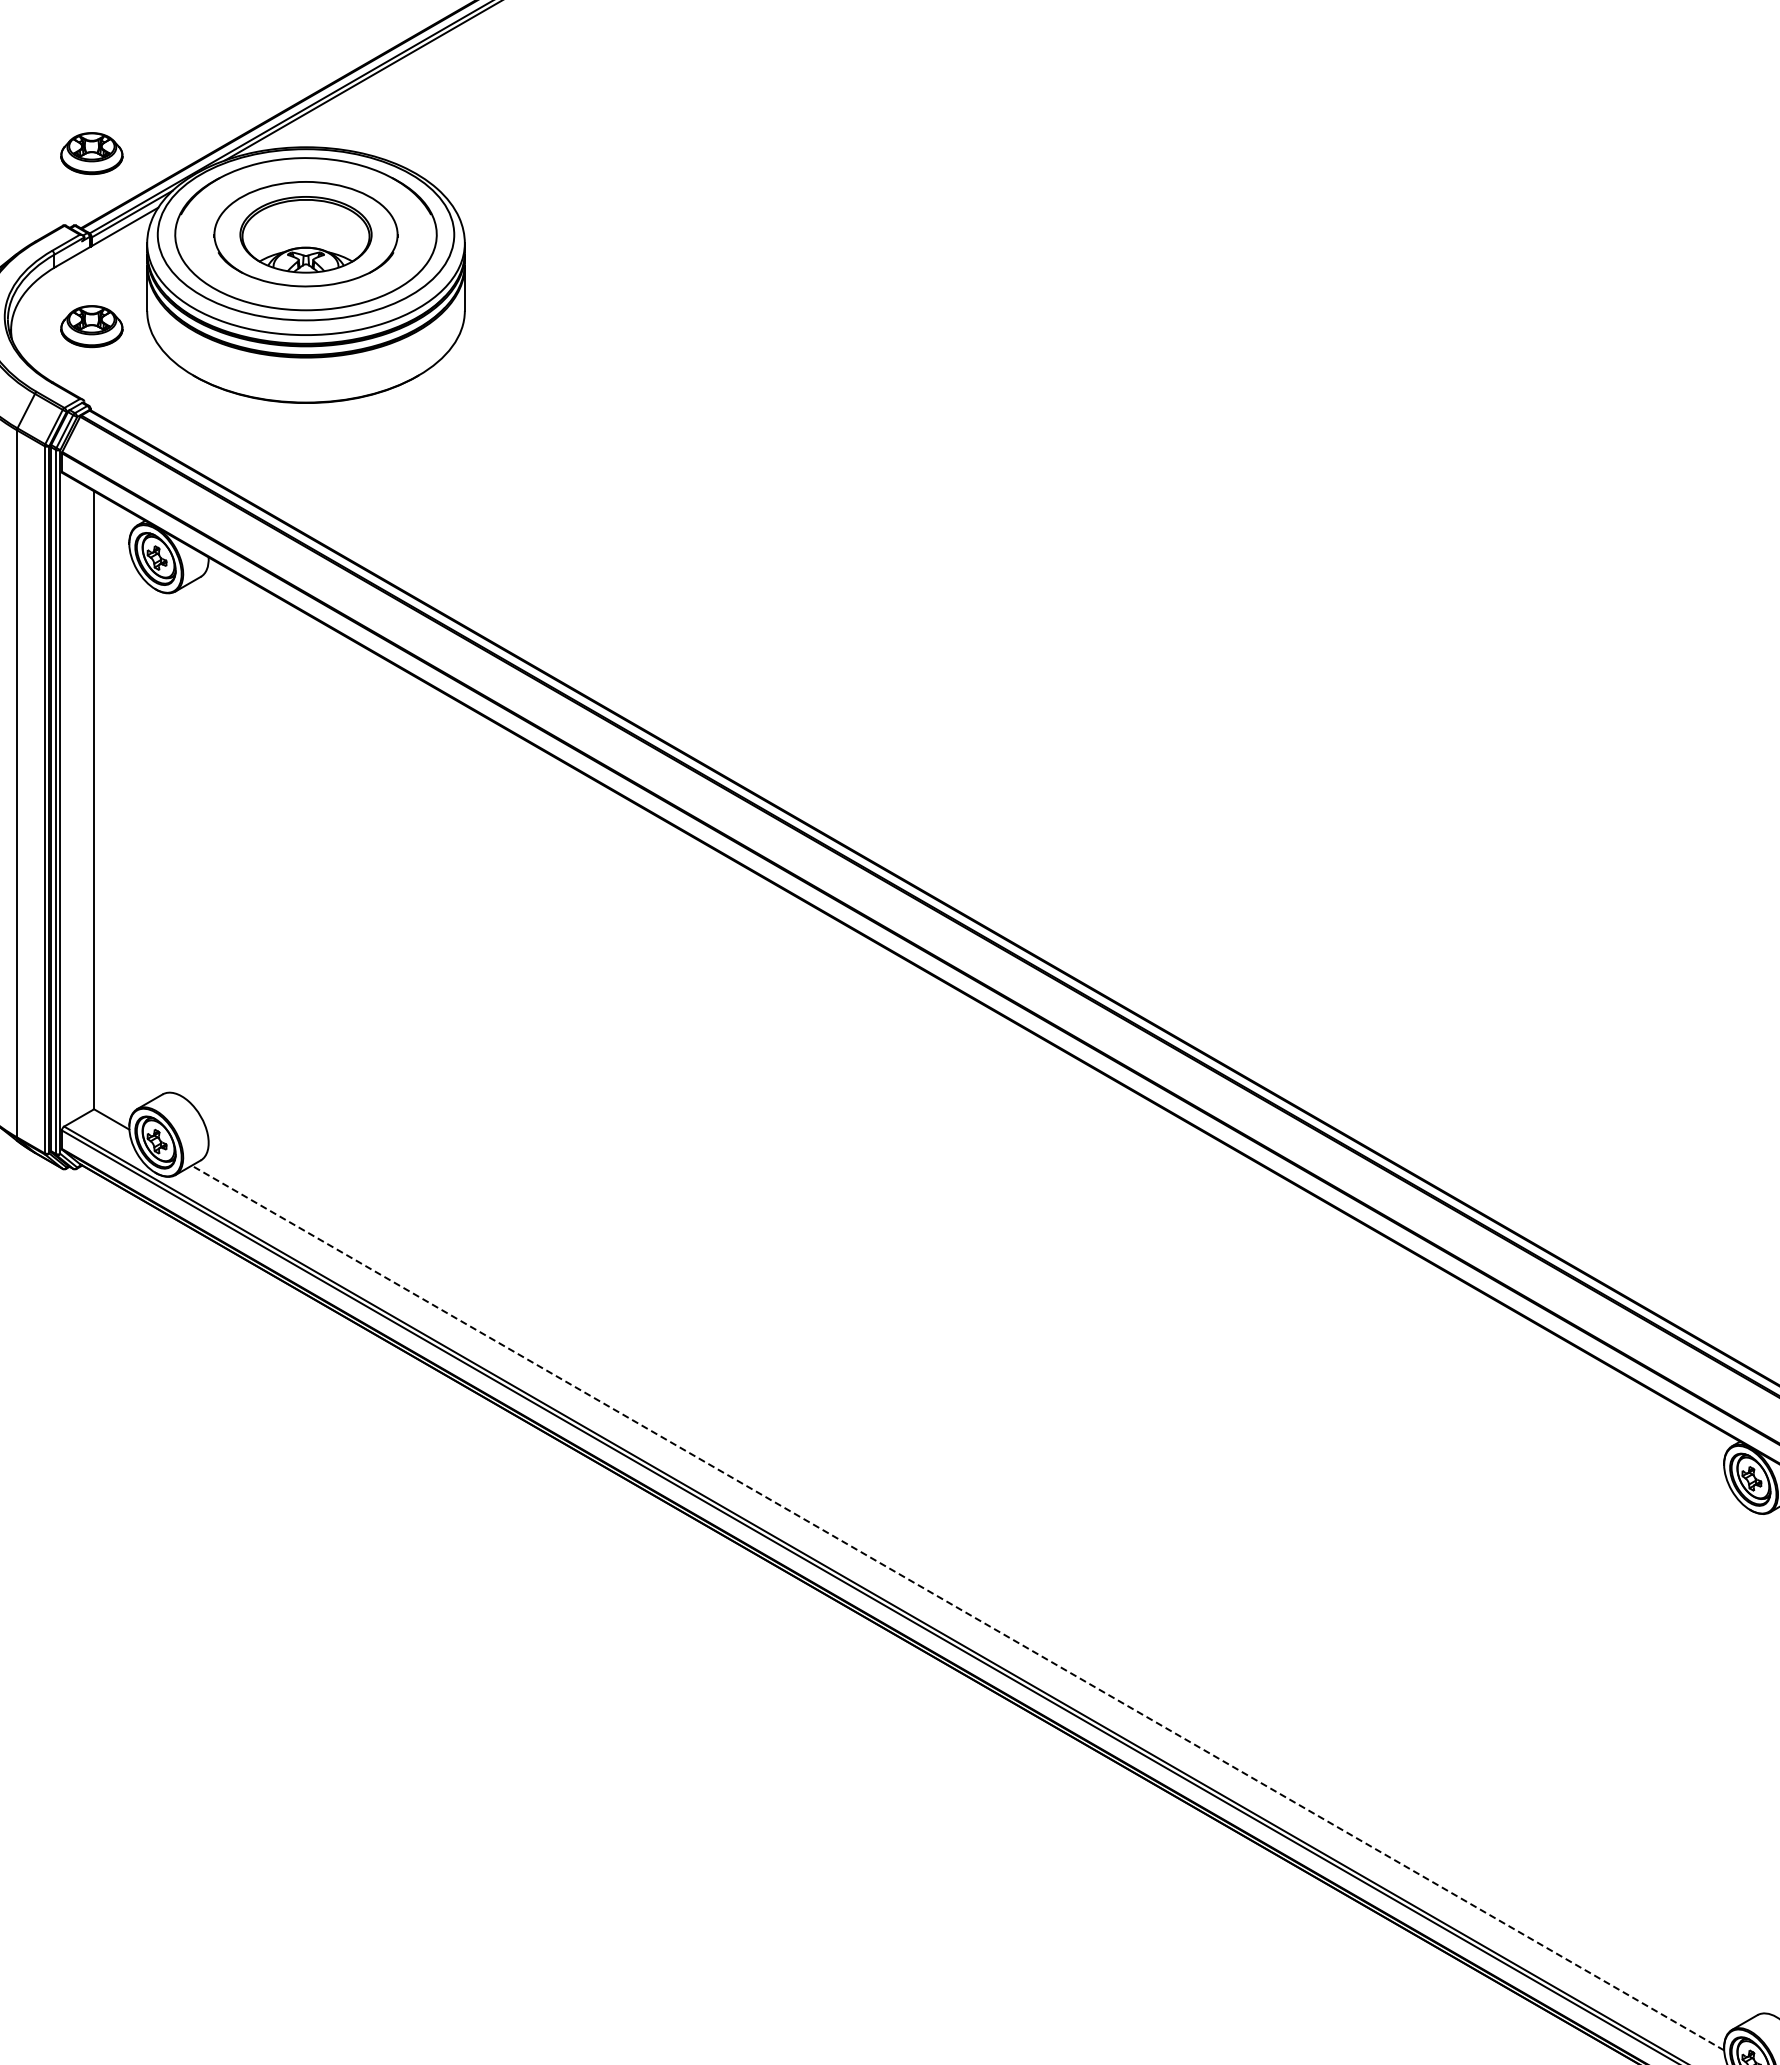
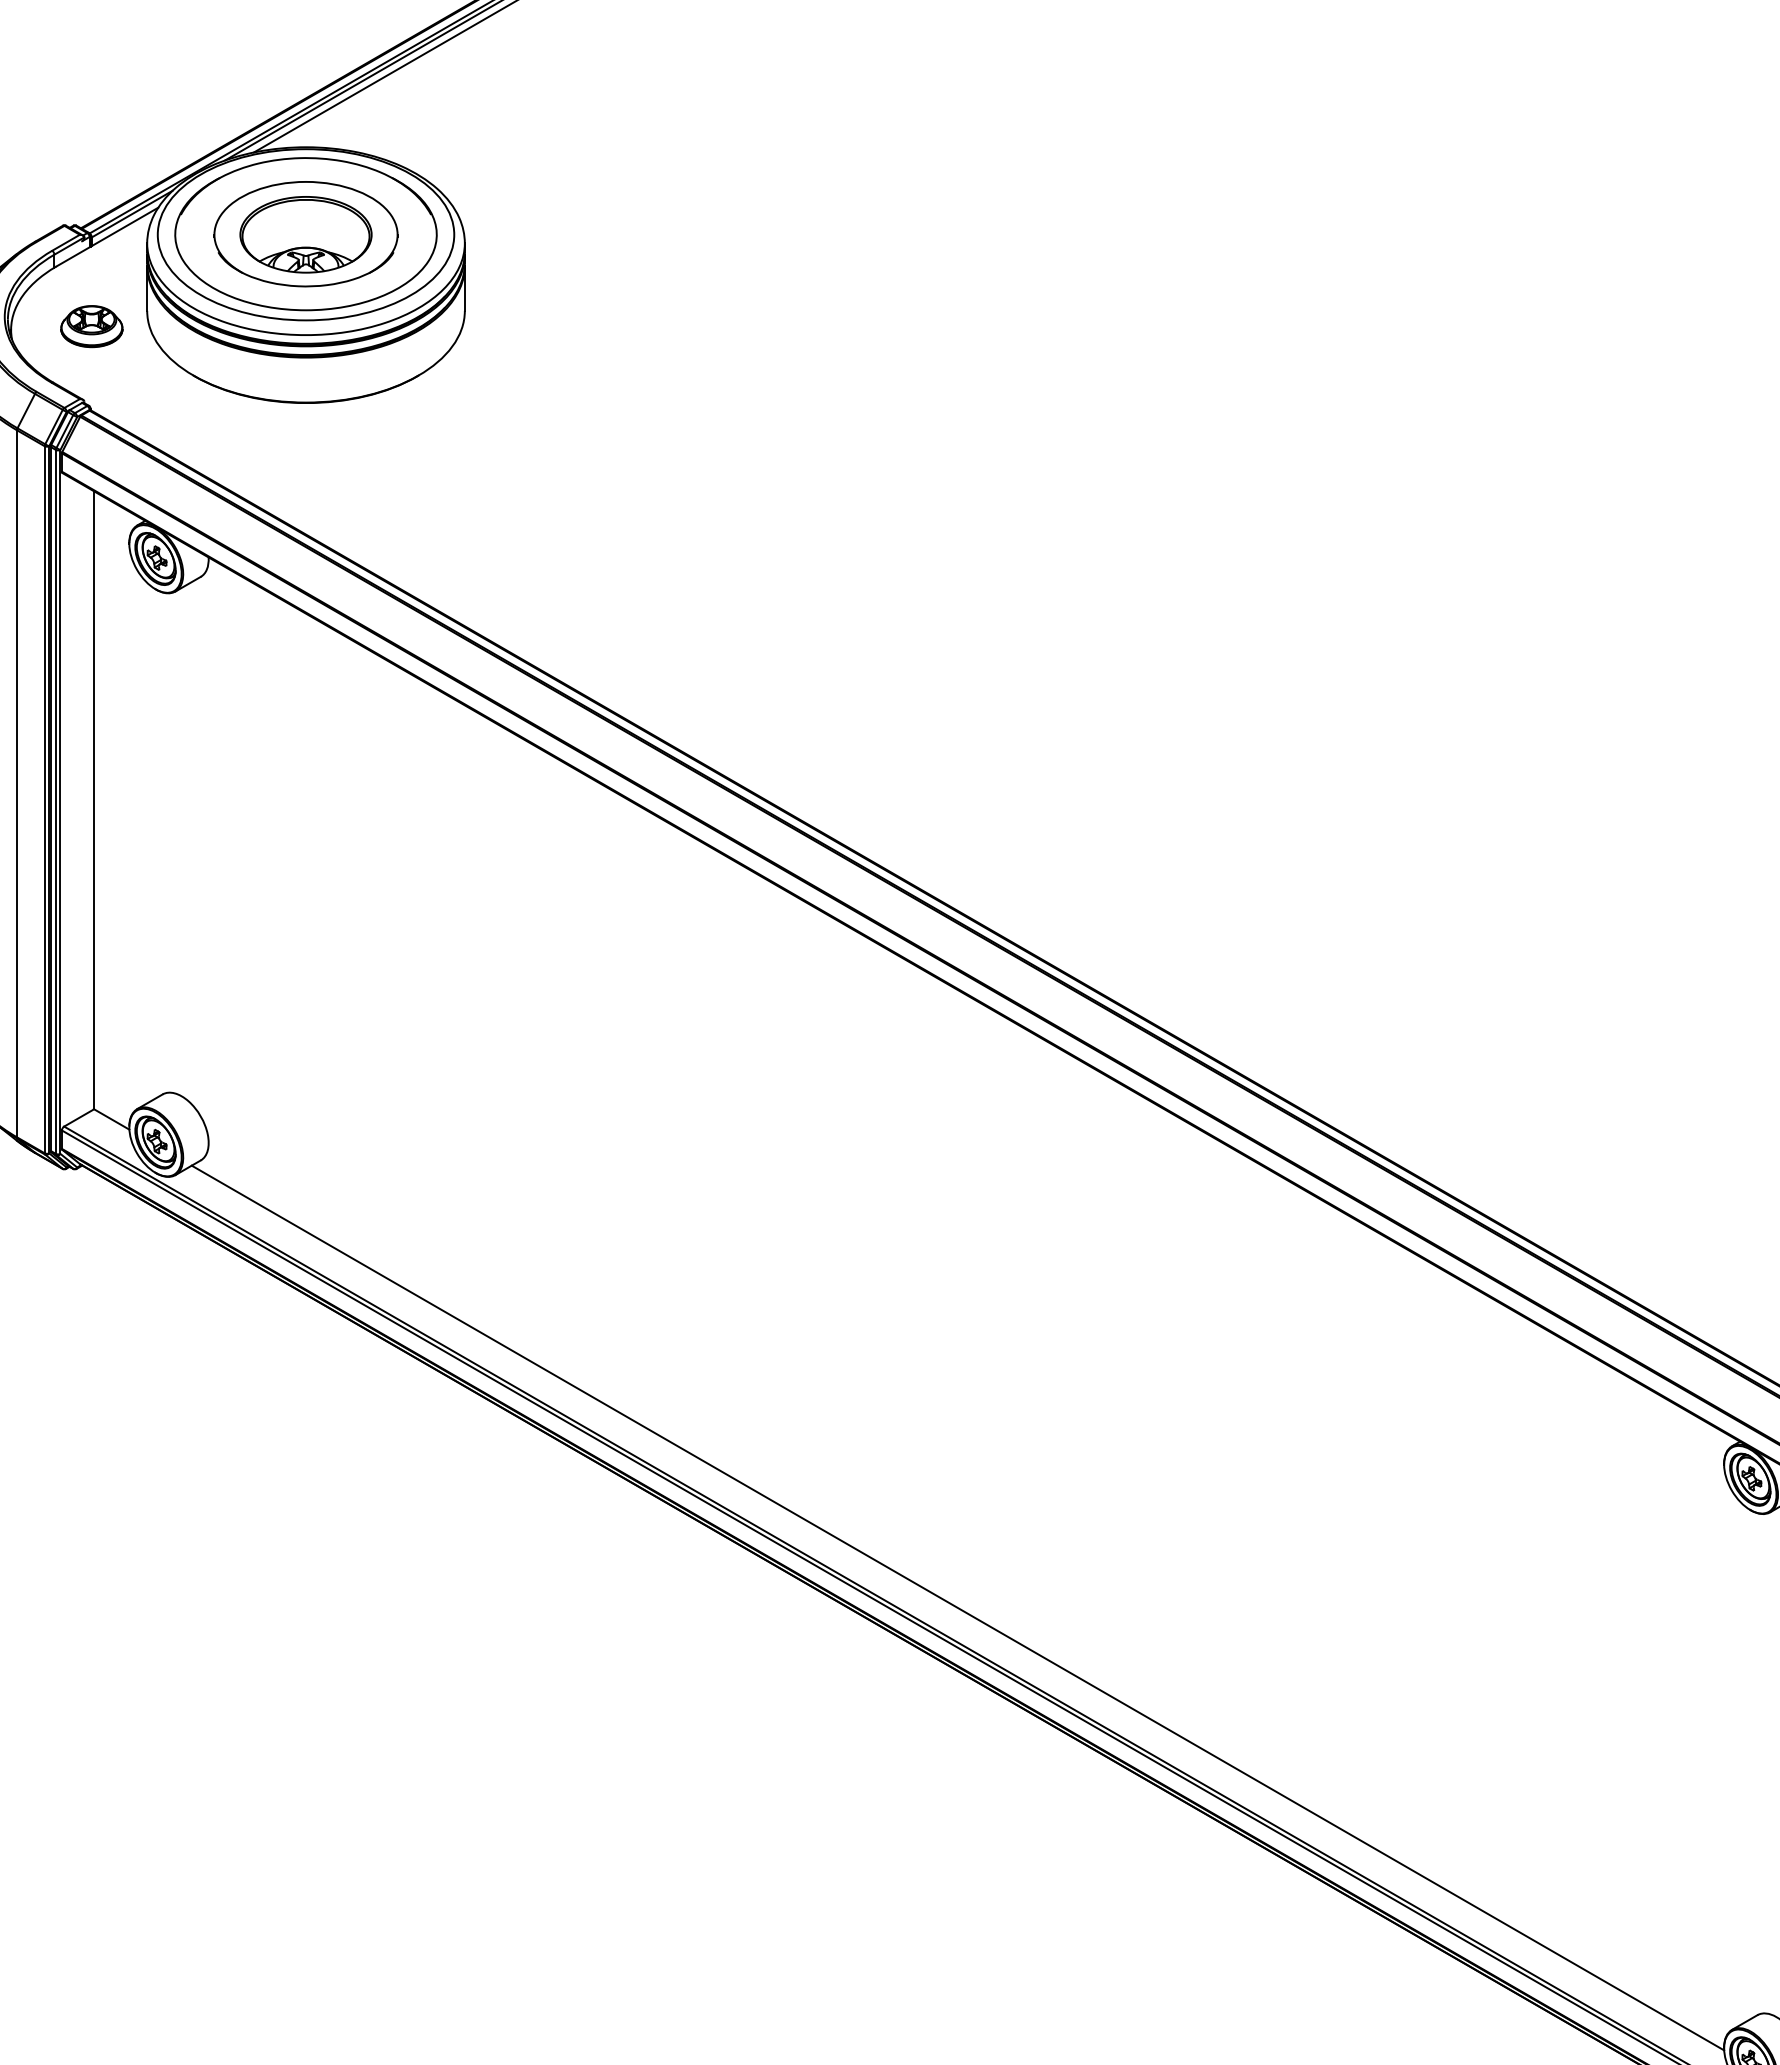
line at (383, 77): none -> present
part at (91, 153): present -> none
line at (957, 1608): dashed -> solid
